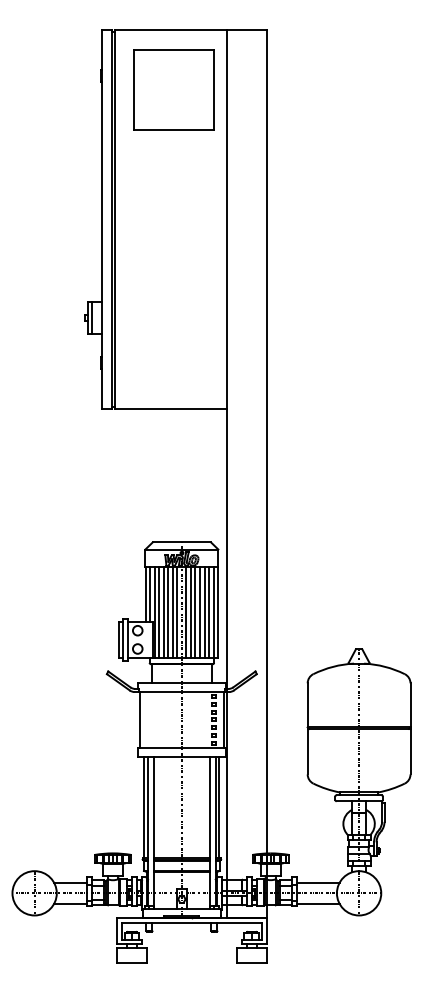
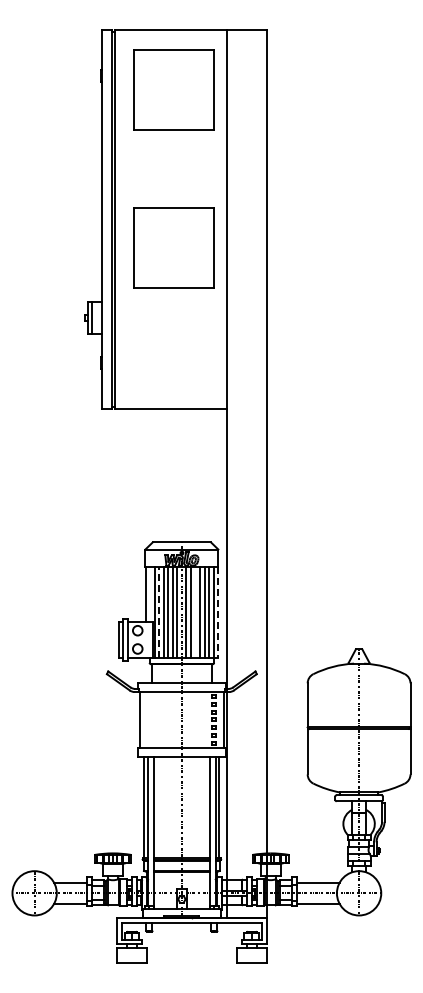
part at (173, 247): none -> present
line at (150, 593): present -> none
line at (159, 612): solid -> dashed
line at (195, 612): present -> none
line at (218, 612): solid -> dashed
